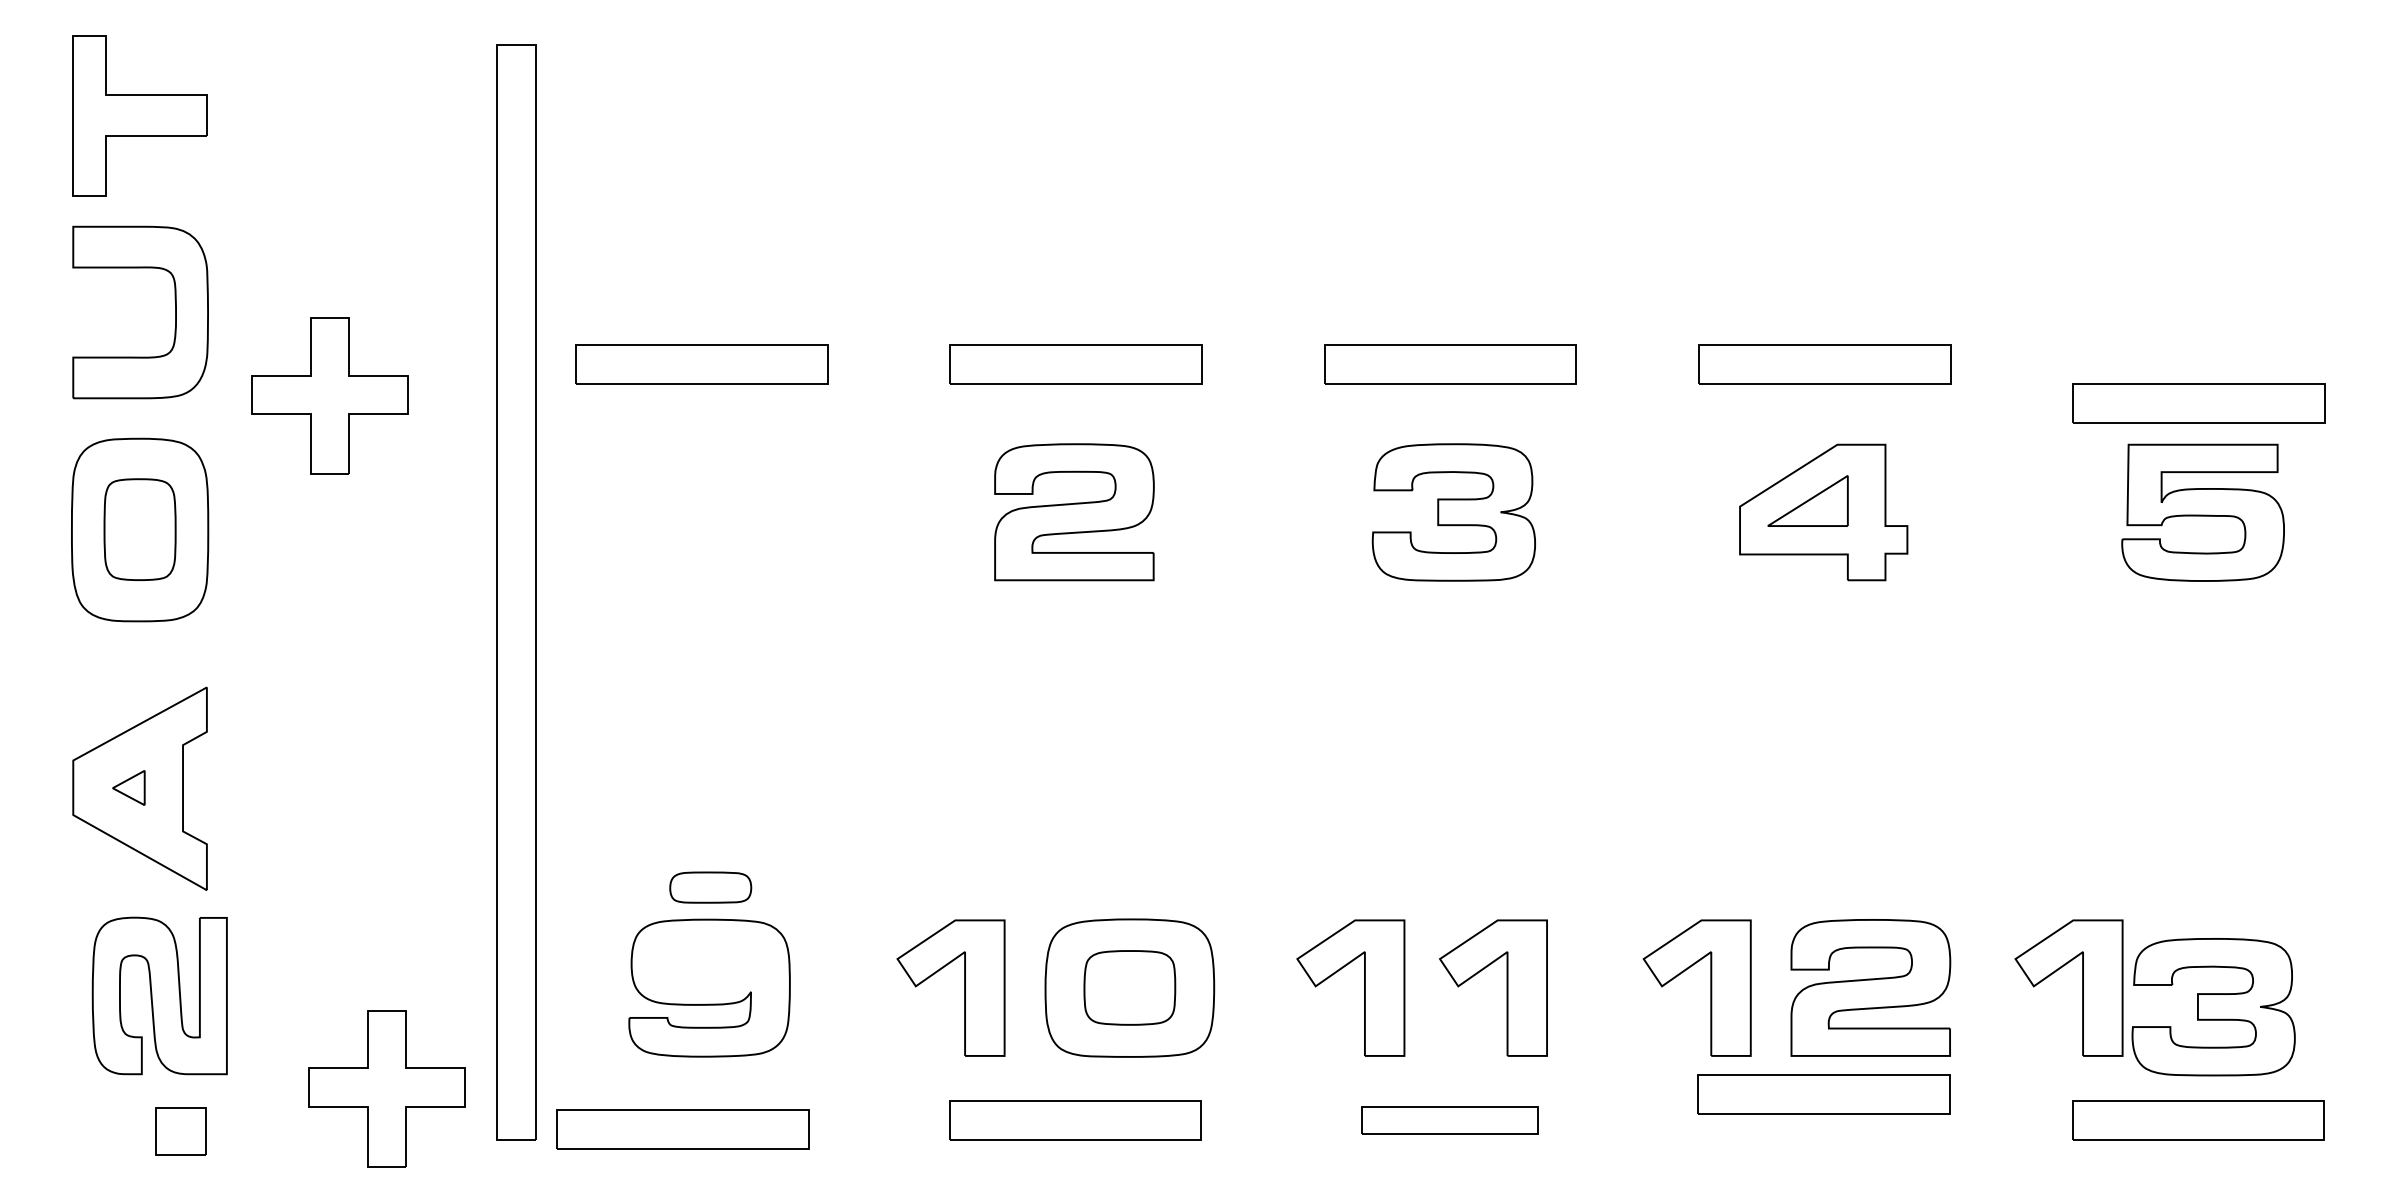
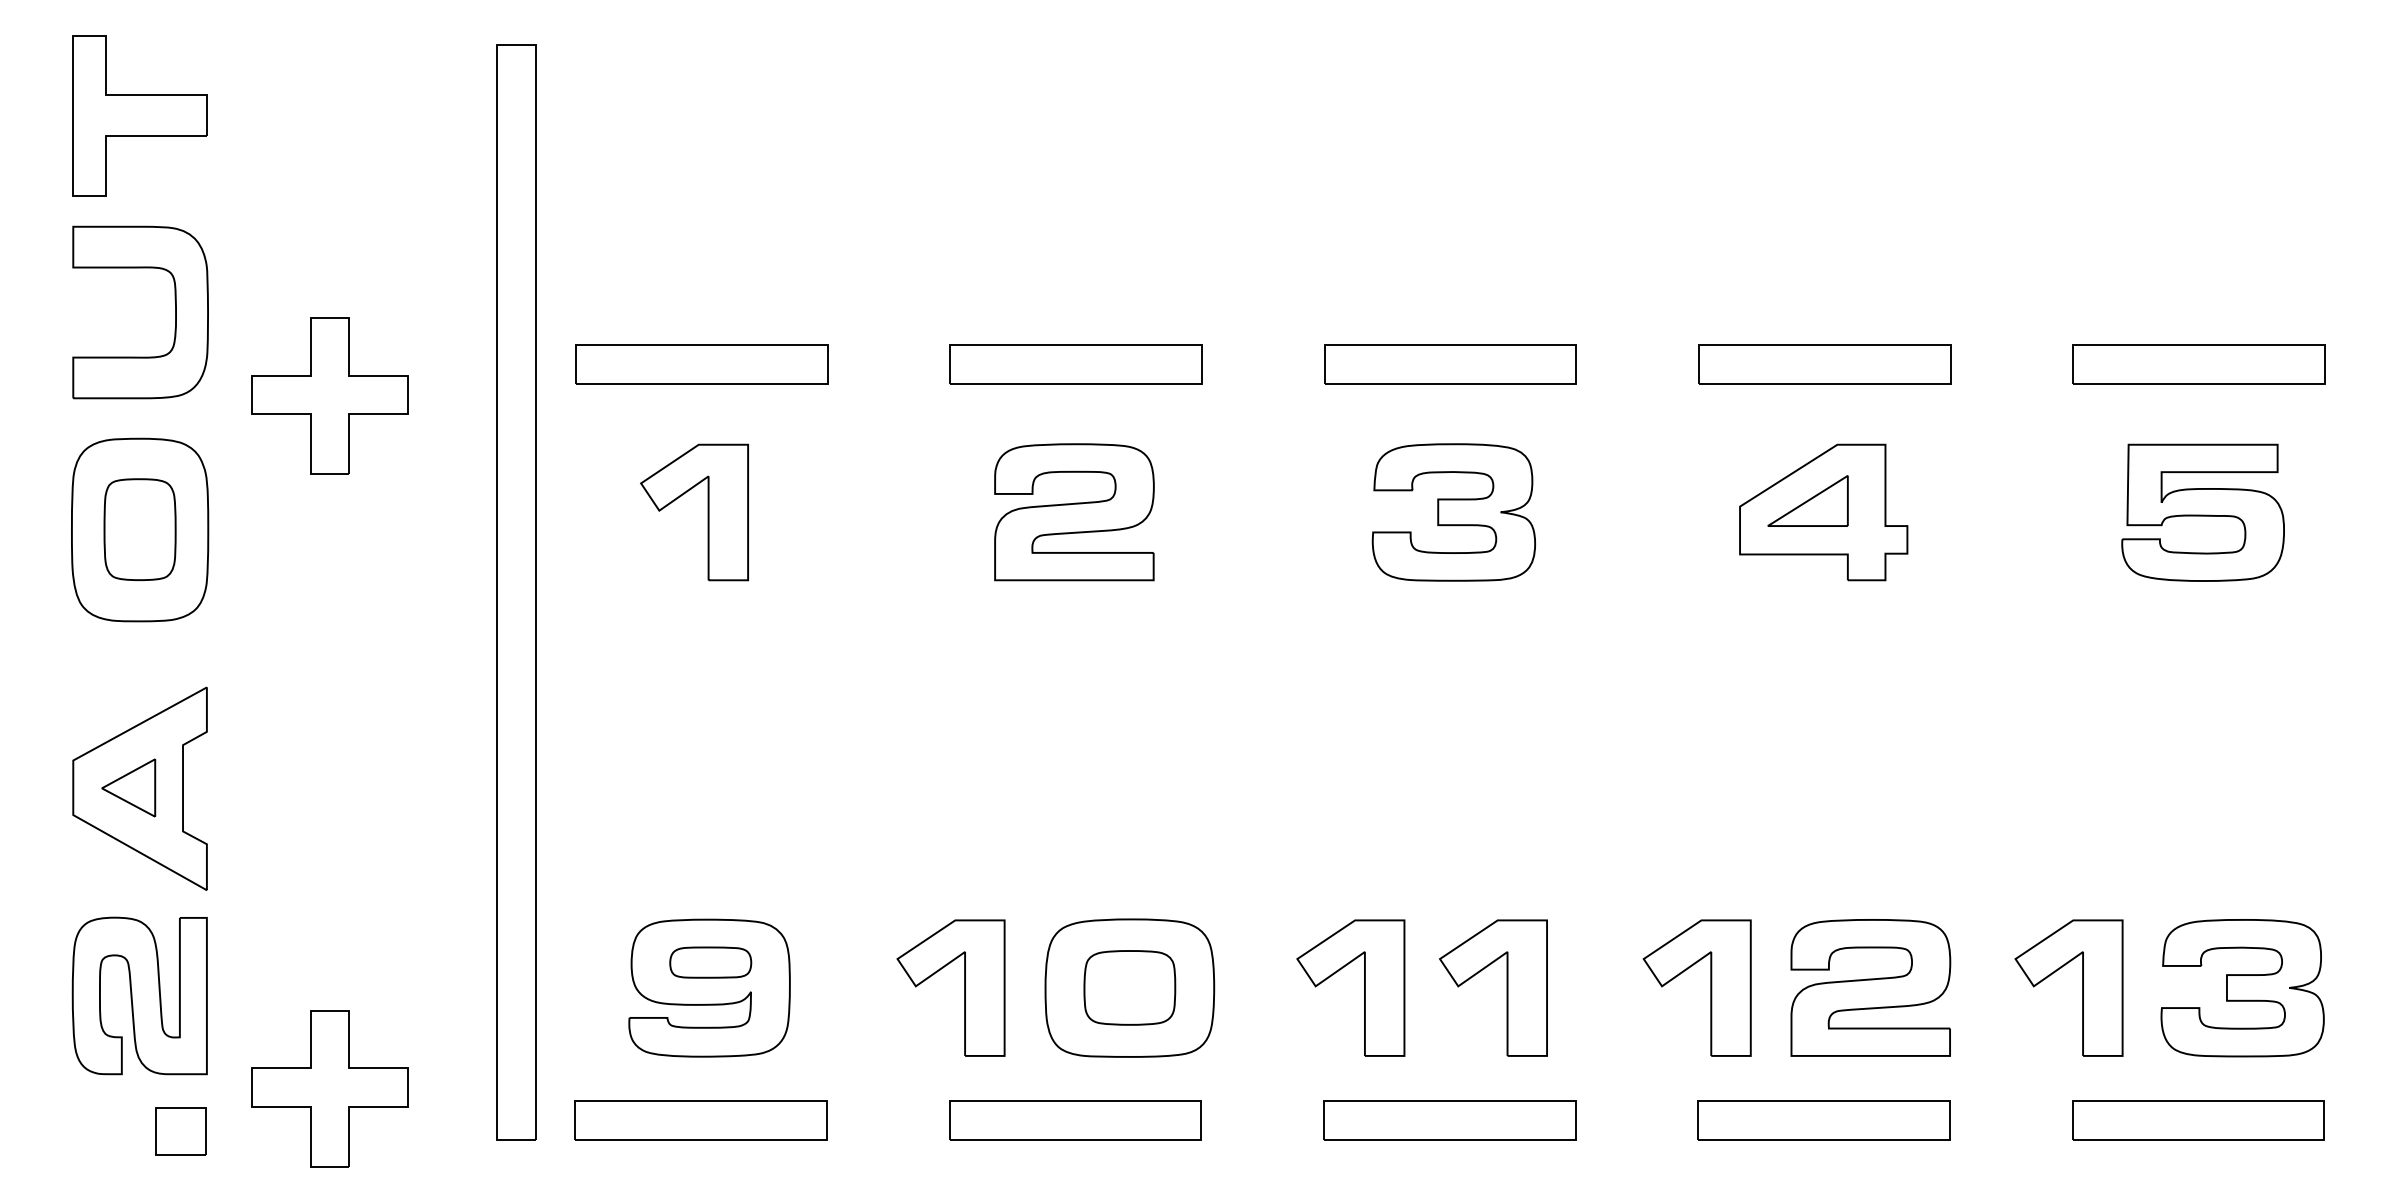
part at (2198, 403) position: (2198, 403) -> (2198, 364)
part at (707, 512): none -> present
part at (128, 787) size: 34x36 px -> 56x60 px
part at (710, 887) position: (710, 887) -> (710, 962)
part at (159, 995) position: (159, 995) -> (139, 995)
part at (2213, 1007) position: (2213, 1007) -> (2242, 988)
part at (386, 1088) position: (386, 1088) -> (329, 1088)
part at (1823, 1094) position: (1823, 1094) -> (1823, 1120)
part at (1449, 1120) size: 178x29 px -> 254x41 px
part at (682, 1129) position: (682, 1129) -> (700, 1120)
